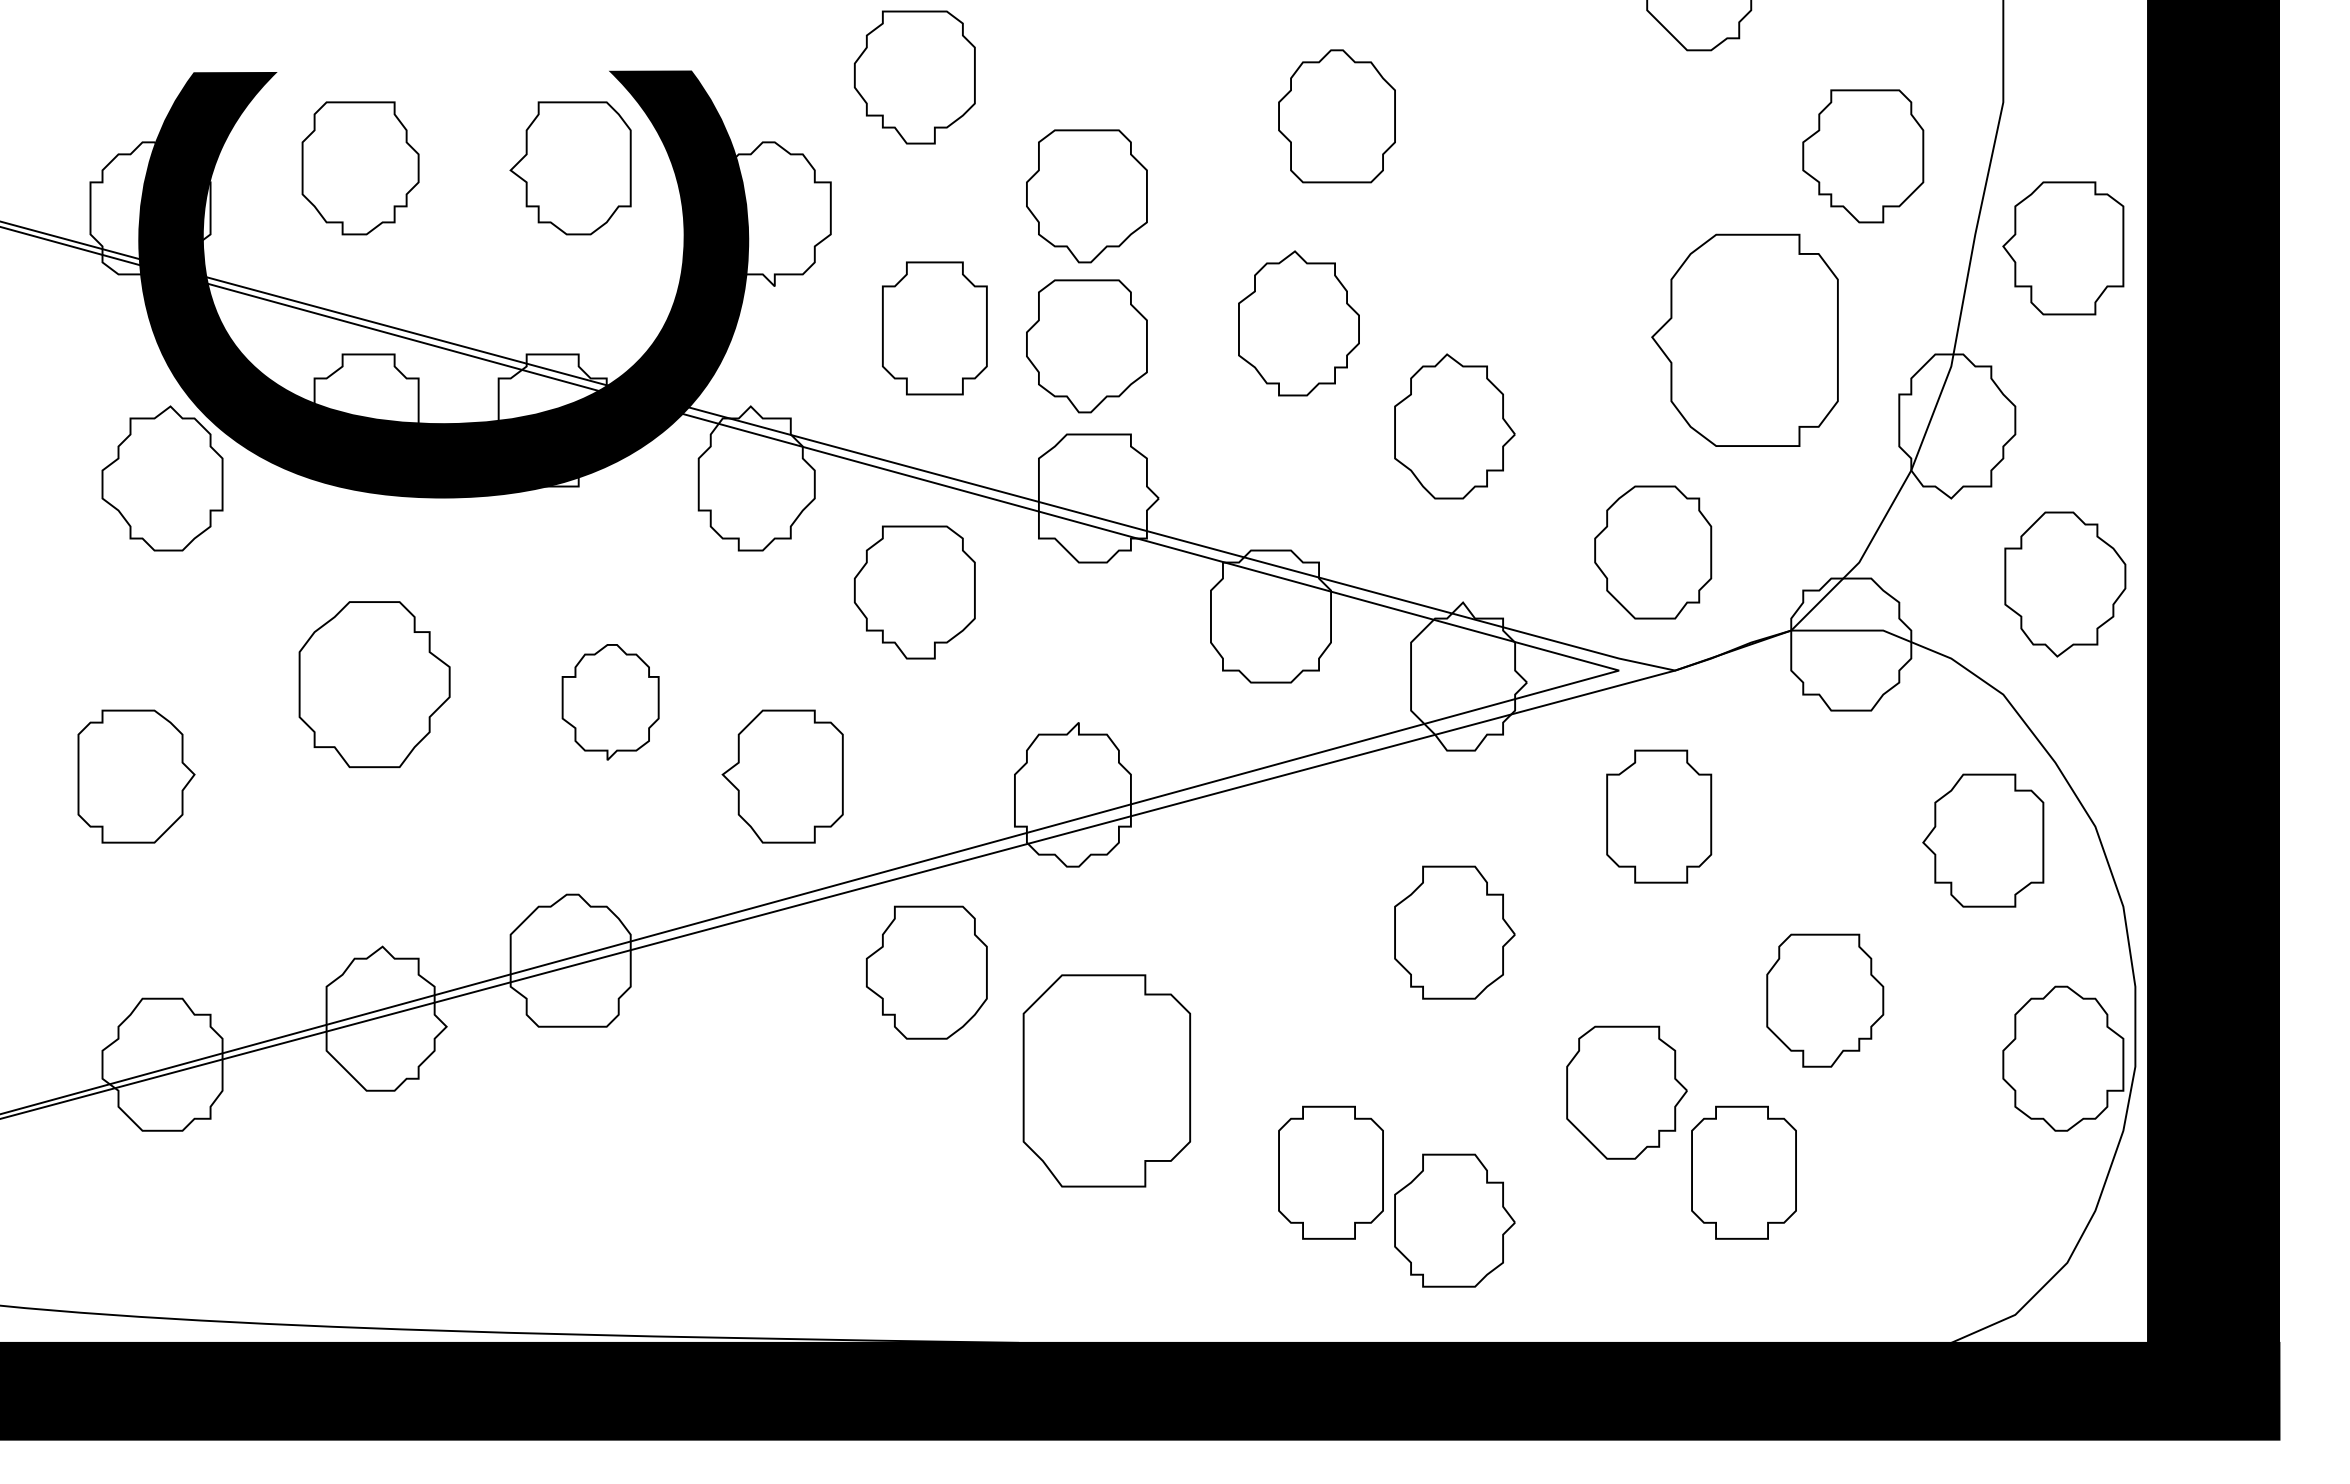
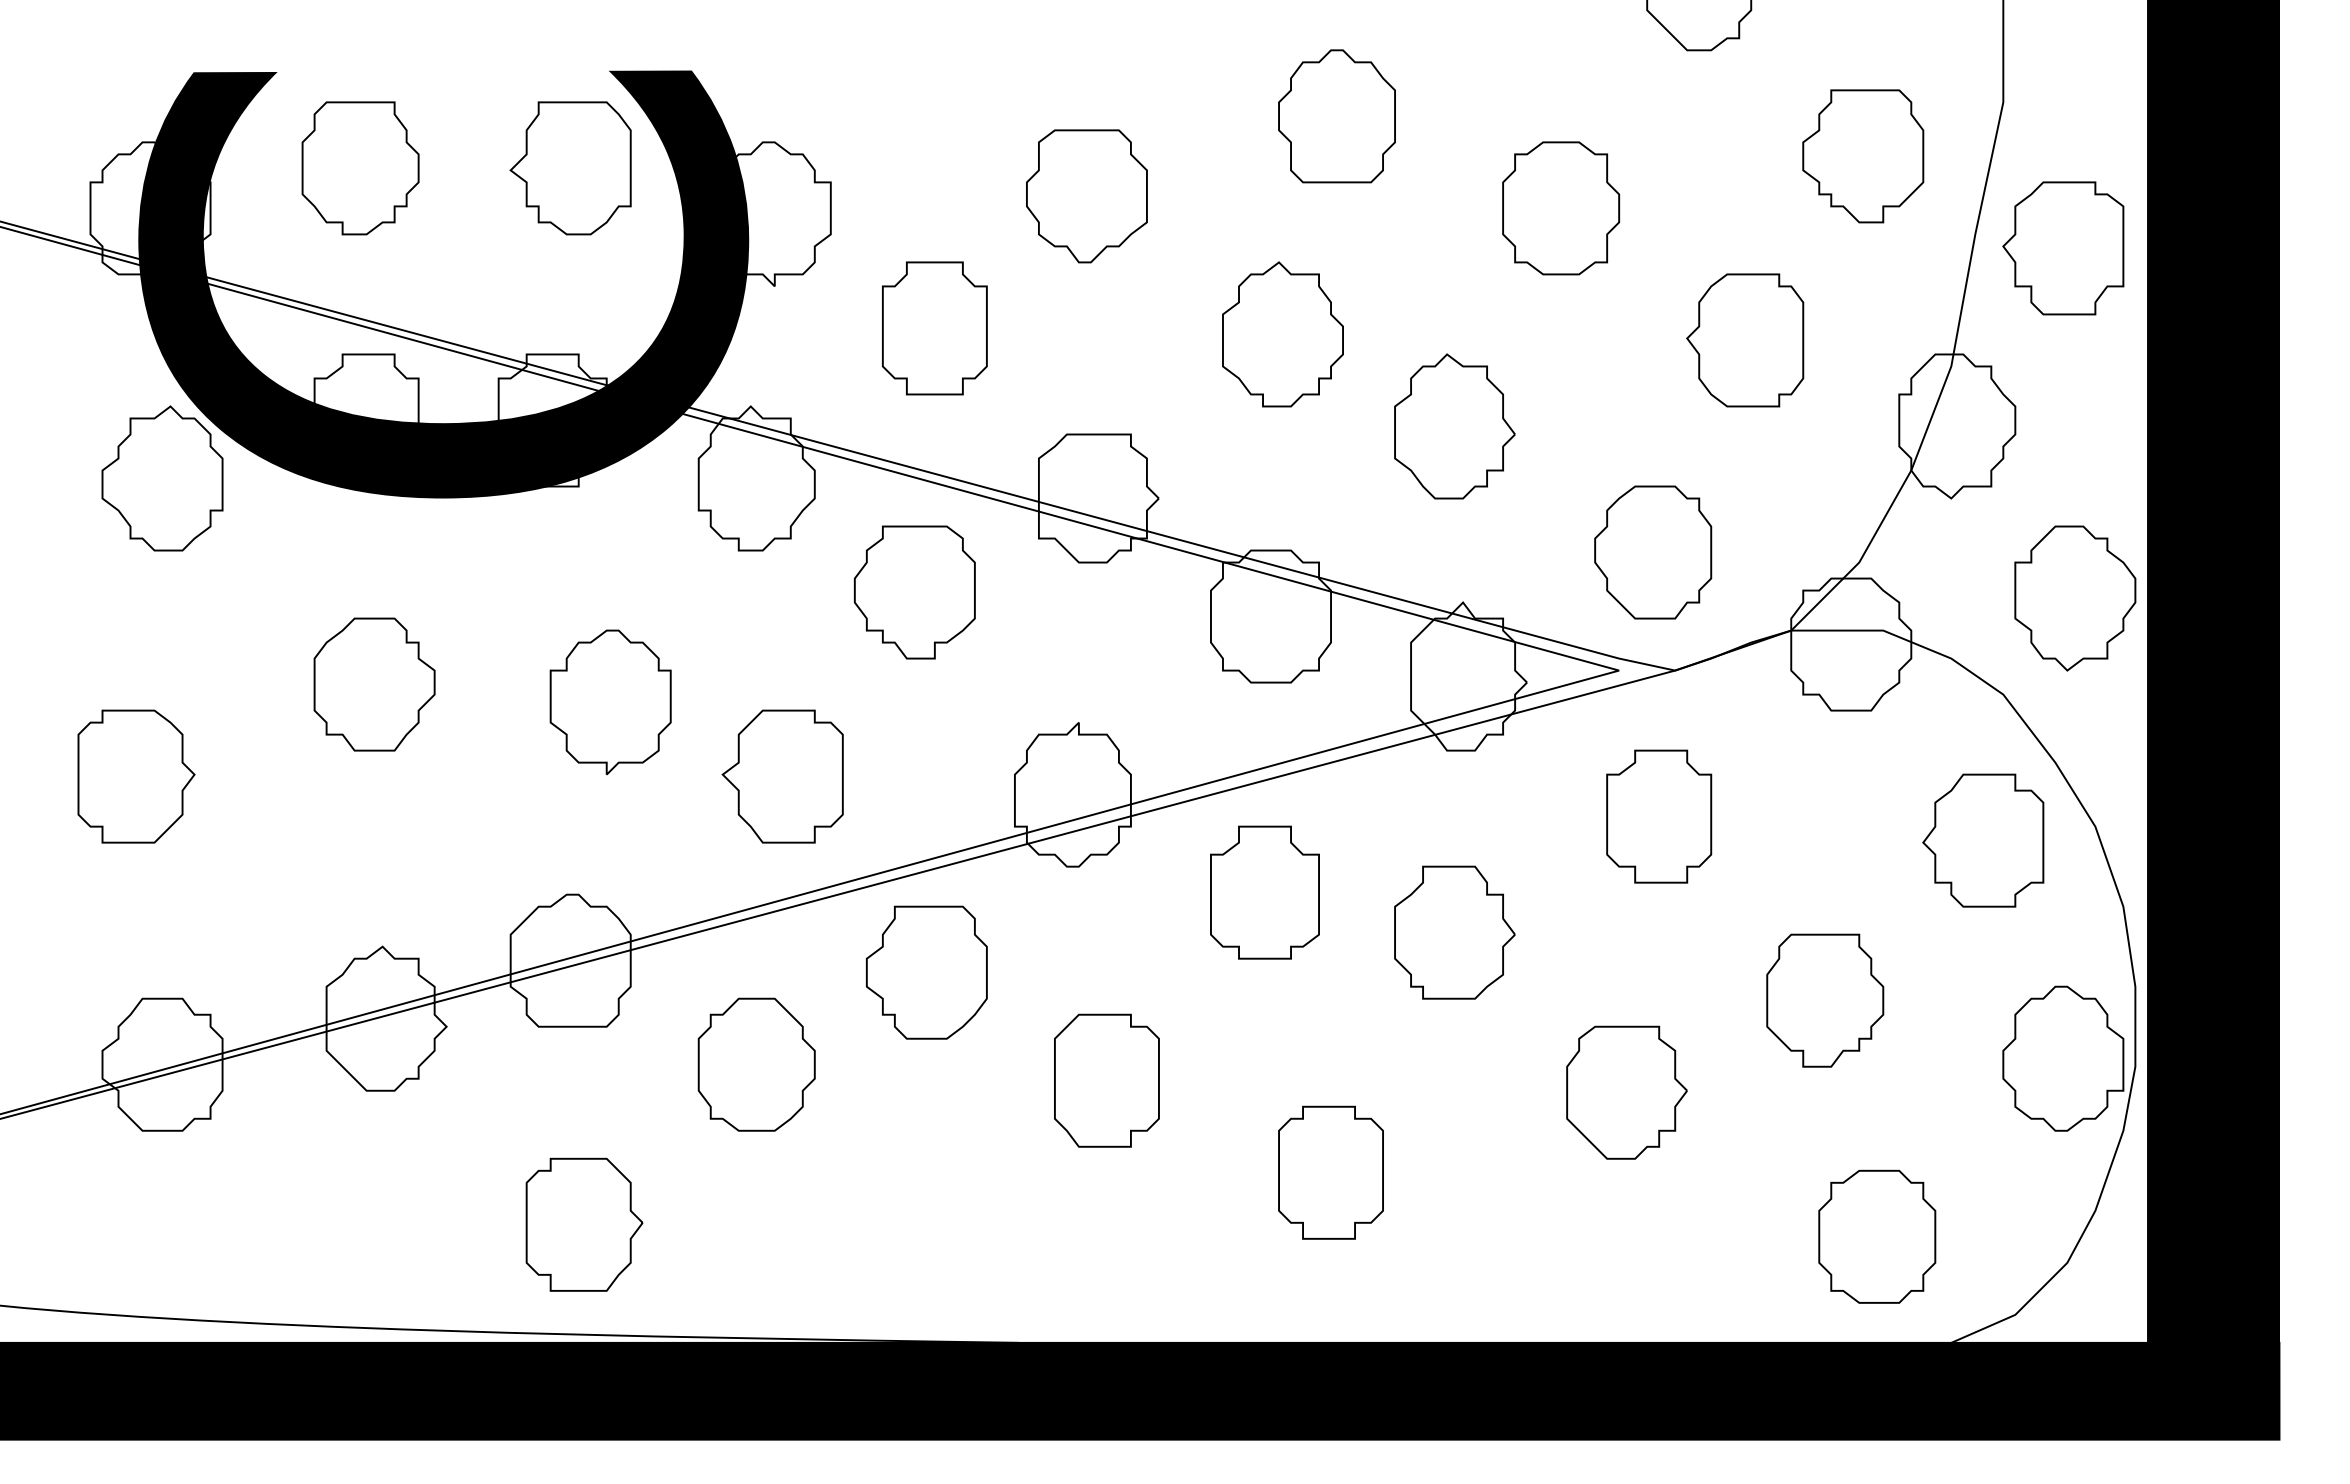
part at (914, 77): present -> none
part at (1561, 208): none -> present
part at (1298, 323) position: (1298, 323) -> (1282, 334)
part at (1744, 339) size: 188x214 px -> 119x135 px
part at (1086, 346): present -> none
part at (2065, 584) position: (2065, 584) -> (2075, 598)
part at (374, 684) size: 153x168 px -> 123x135 px
part at (610, 702) size: 99x117 px -> 123x147 px
part at (1264, 892): none -> present
part at (756, 1064): none -> present
part at (1106, 1080) size: 170x214 px -> 106x135 px
part at (1743, 1172): present -> none
part at (1454, 1220): present -> none
part at (584, 1224): none -> present
part at (1877, 1236): none -> present
